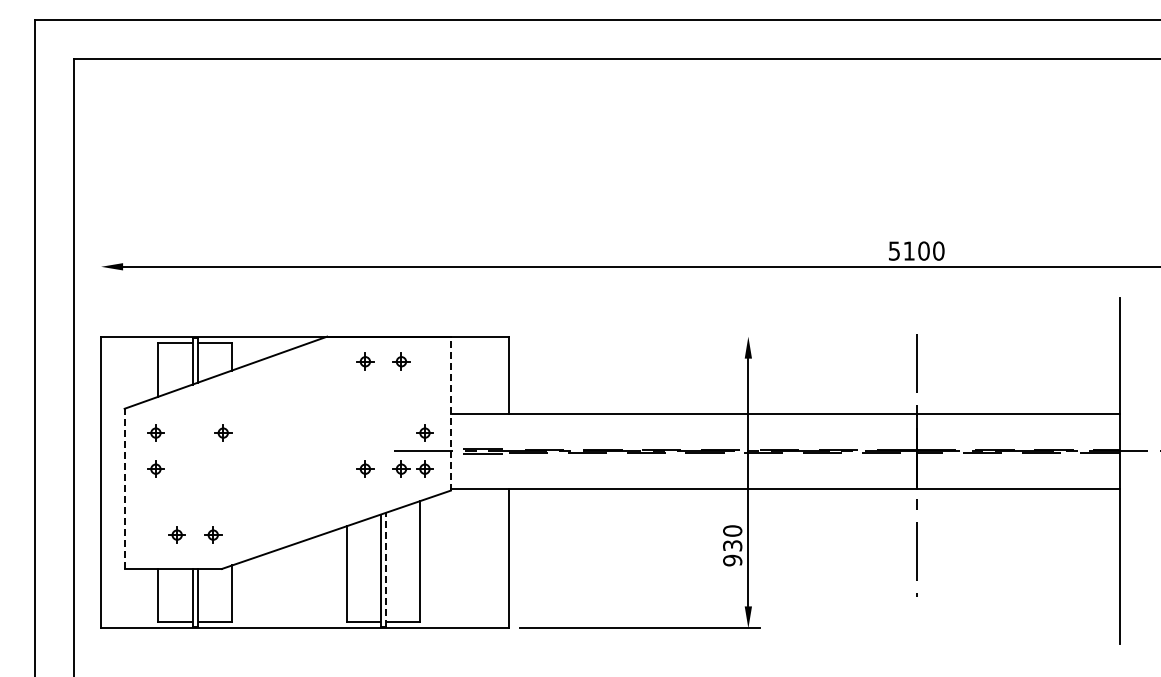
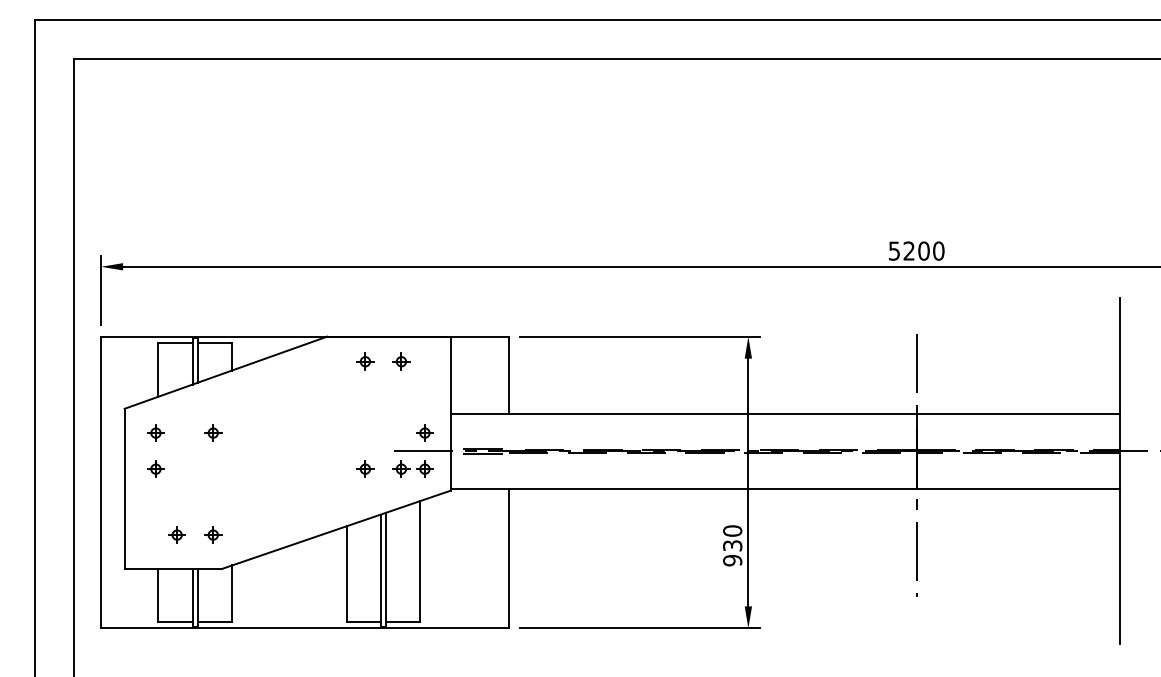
text at (908, 250): 5100 -> 5200
line at (101, 290): none -> present
line at (639, 336): none -> present
line at (450, 413): dashed -> solid
part at (223, 432) position: (223, 432) -> (213, 432)
line at (124, 488): dashed -> solid
line at (385, 569): dashed -> solid
